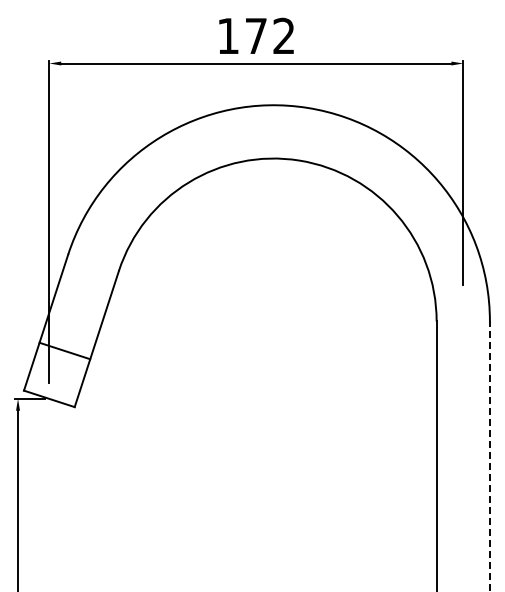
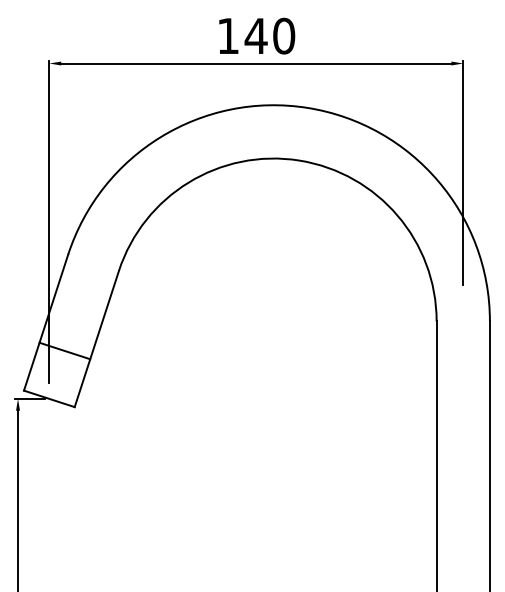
text at (269, 35): 172 -> 140
line at (489, 456): dashed -> solid
